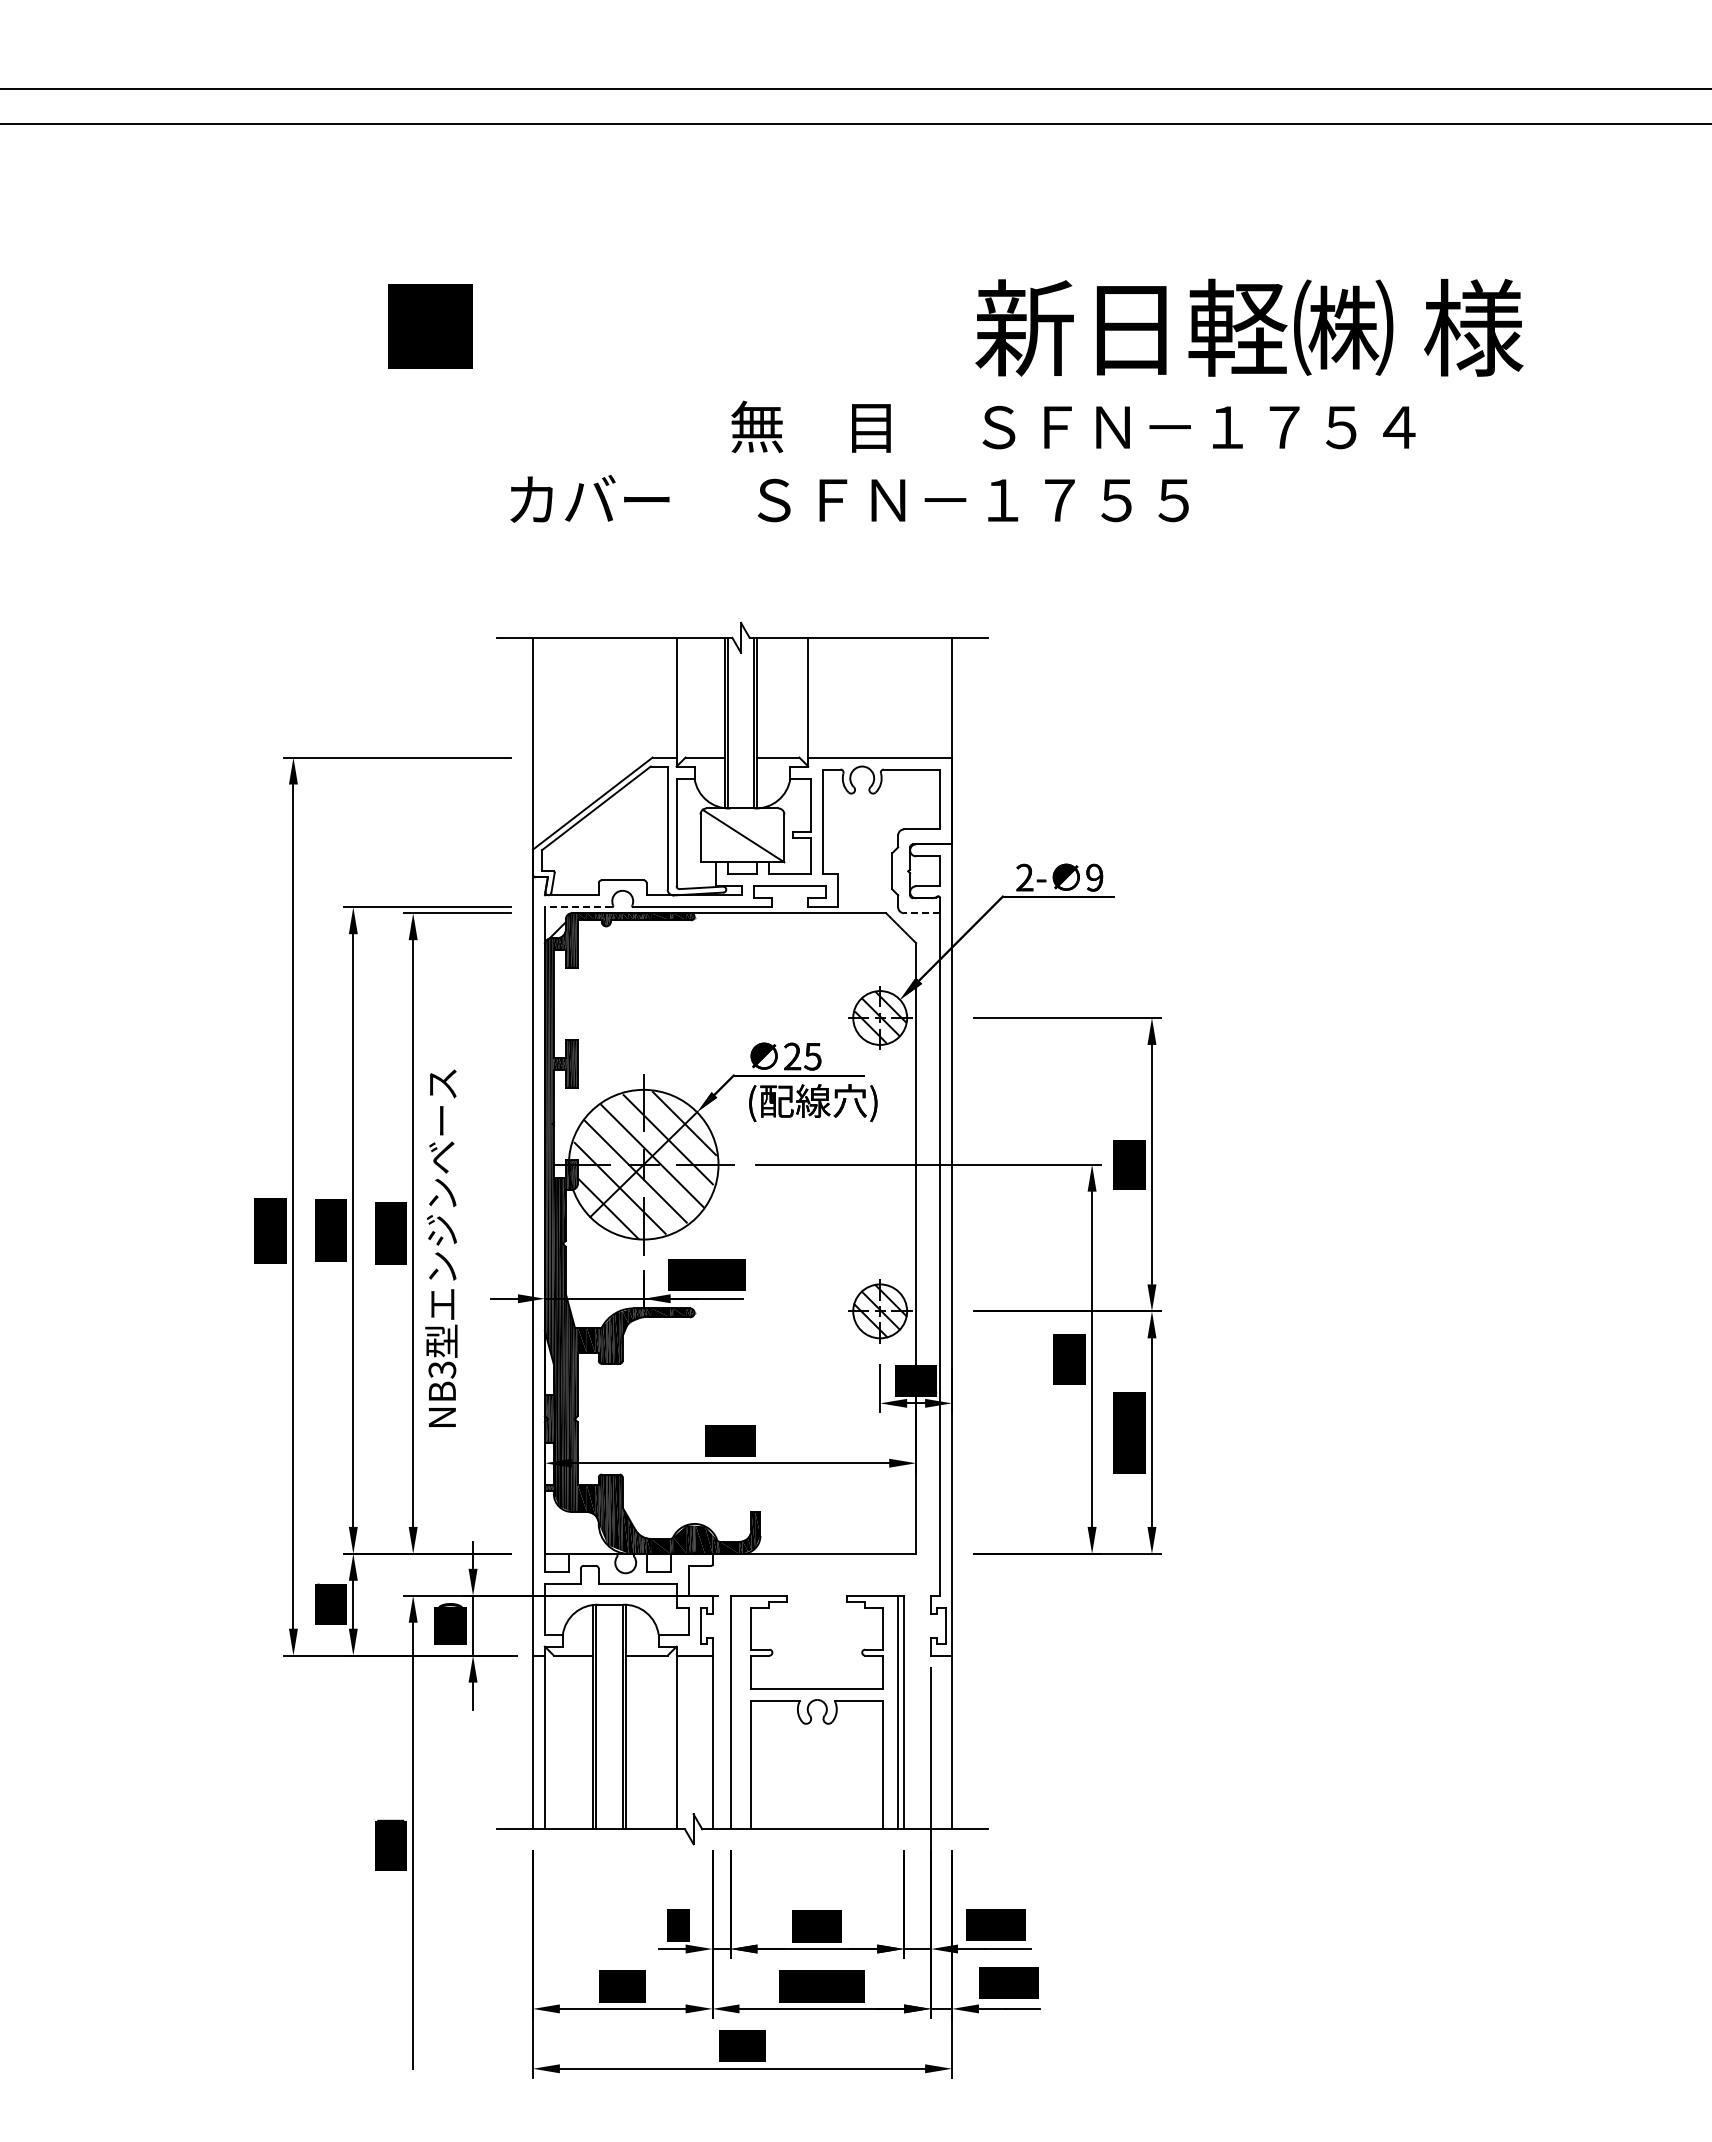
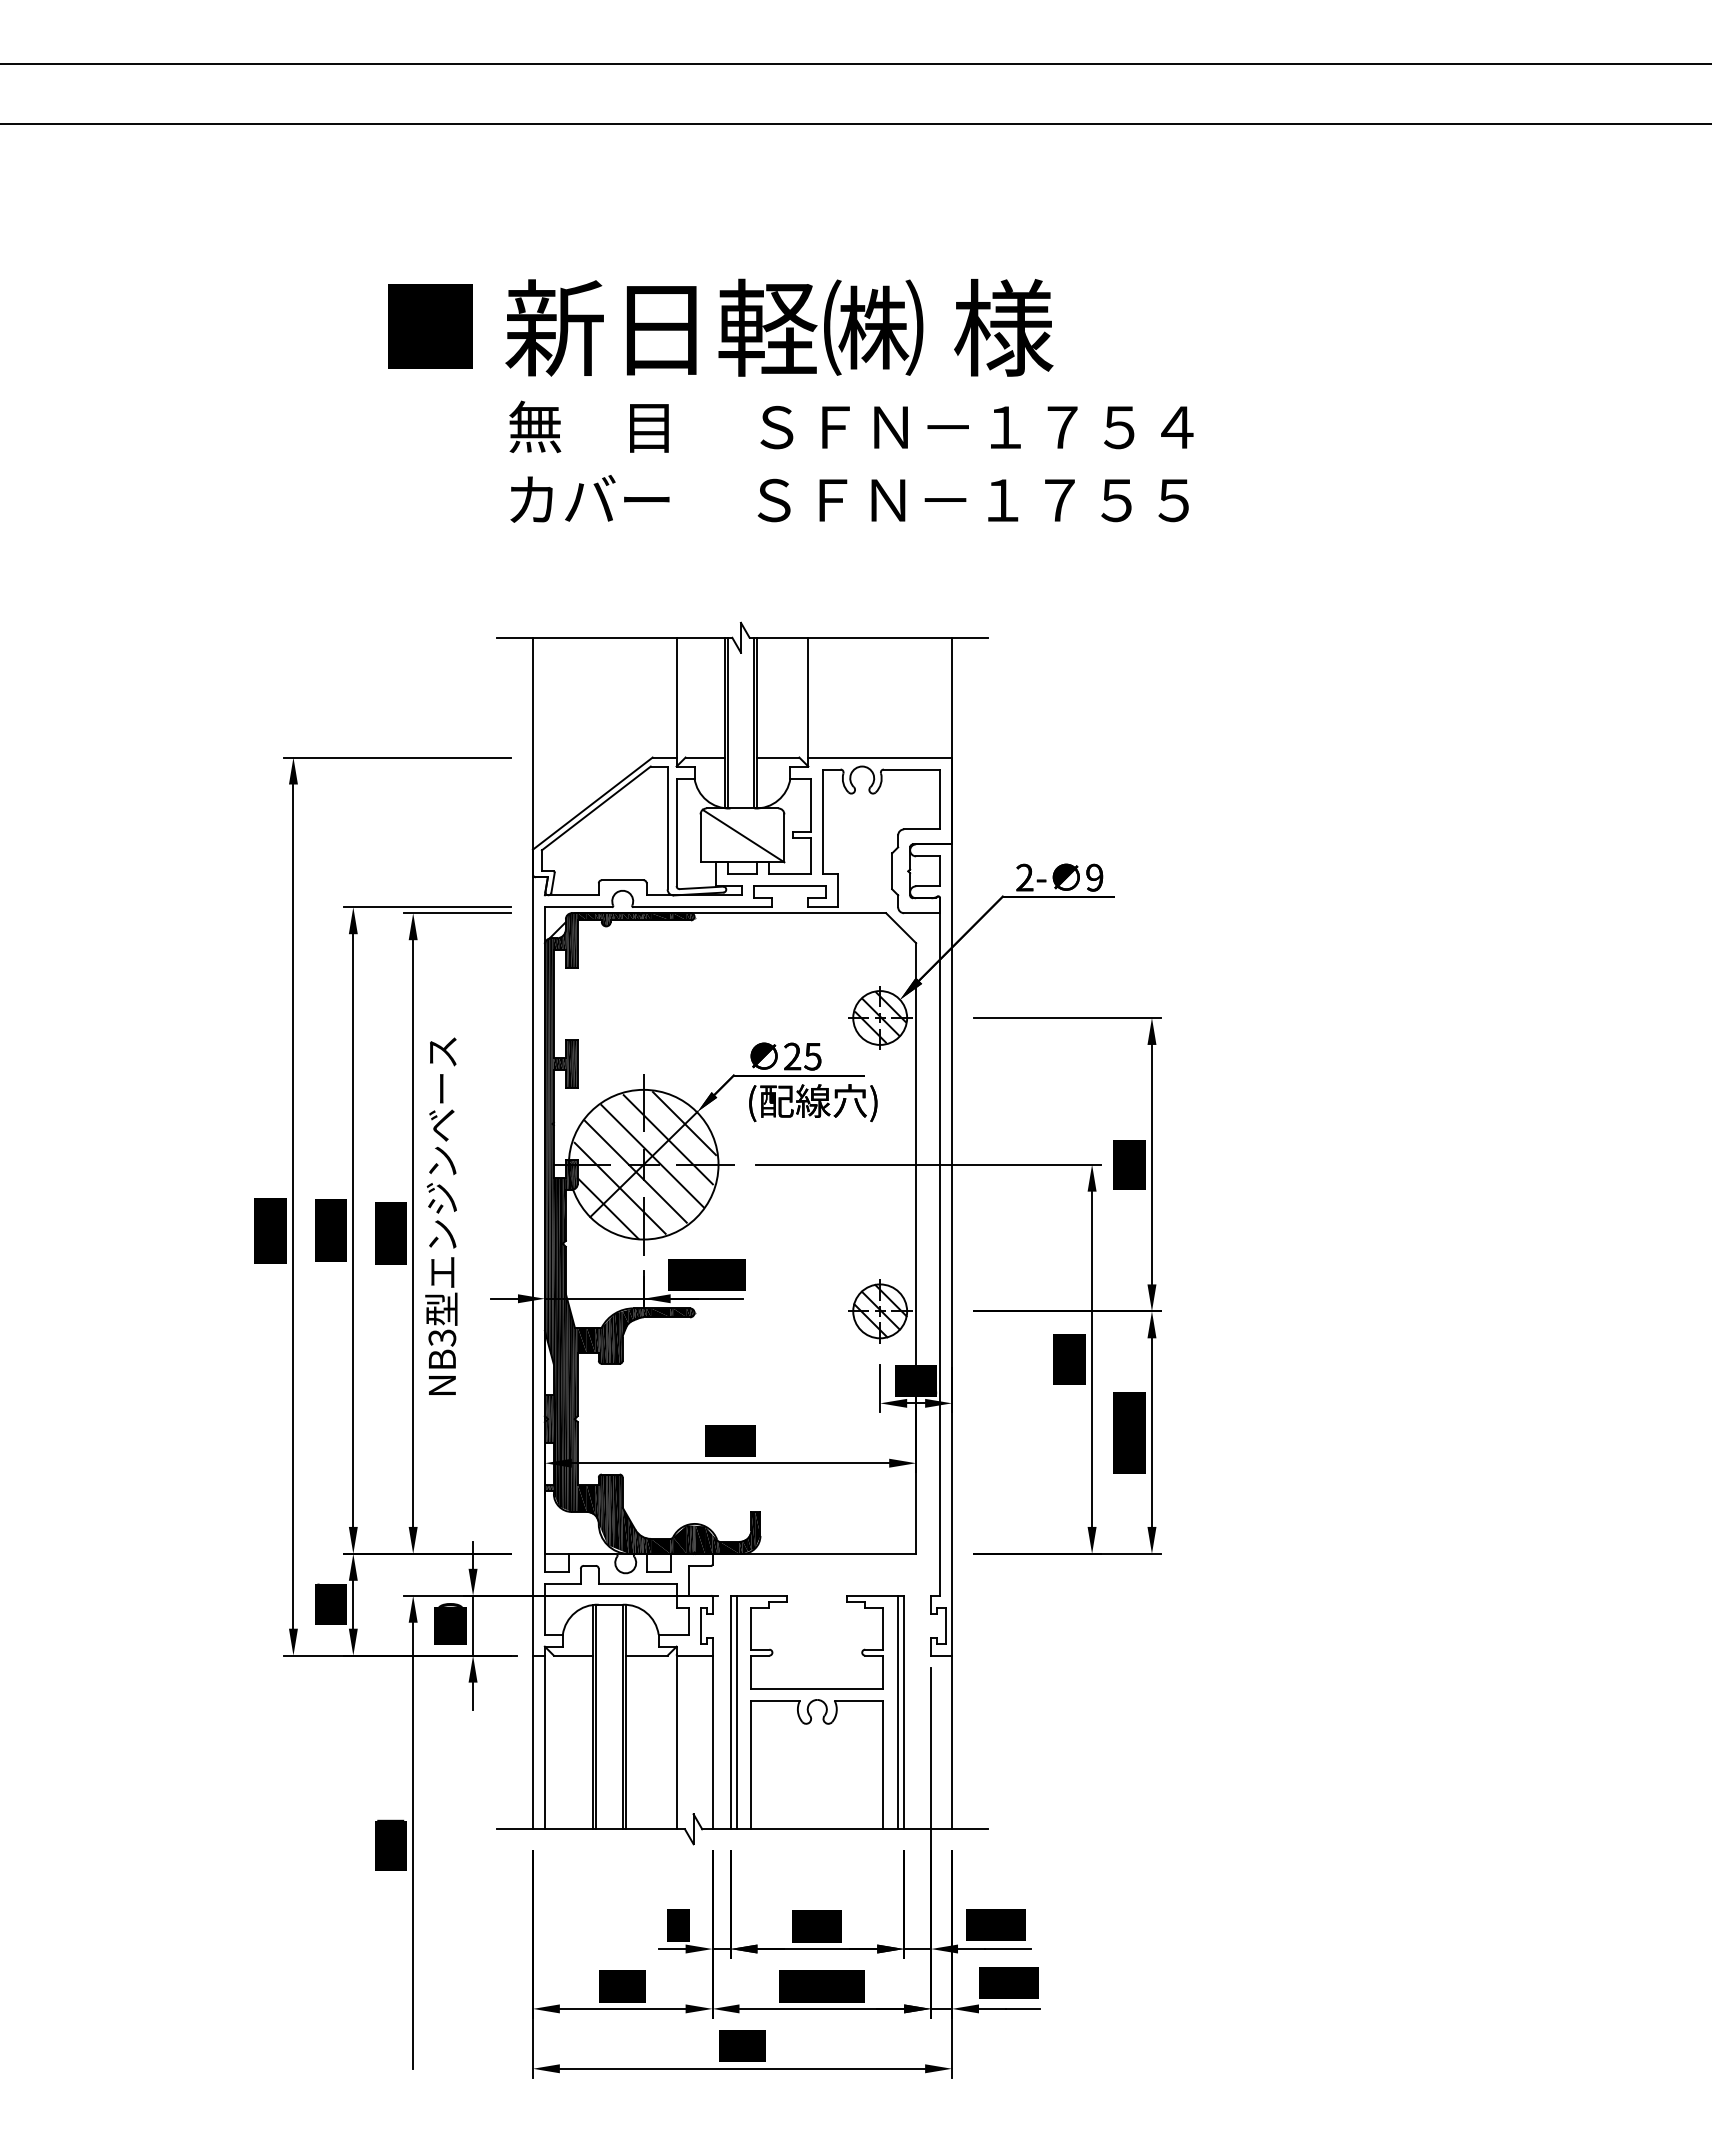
line at (855, 89) position: (855, 89) -> (855, 64)
text at (1249, 327) position: (1249, 327) -> (779, 327)
text at (1073, 426) position: (1073, 426) -> (851, 426)
line at (578, 907): dashed -> solid
line at (922, 913): dashed -> solid
text at (441, 1247) position: (441, 1247) -> (441, 1215)
line at (736, 1712): none -> present
